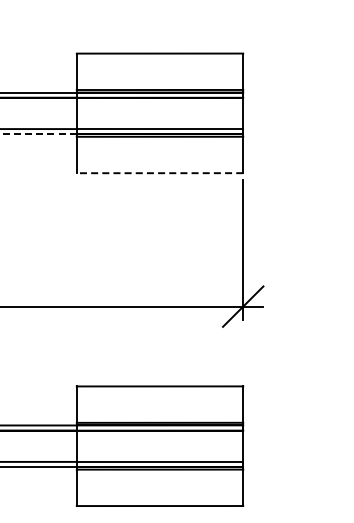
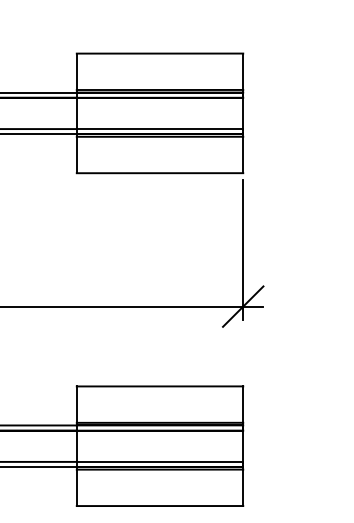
line at (38, 134): dashed -> solid
line at (159, 173): dashed -> solid
